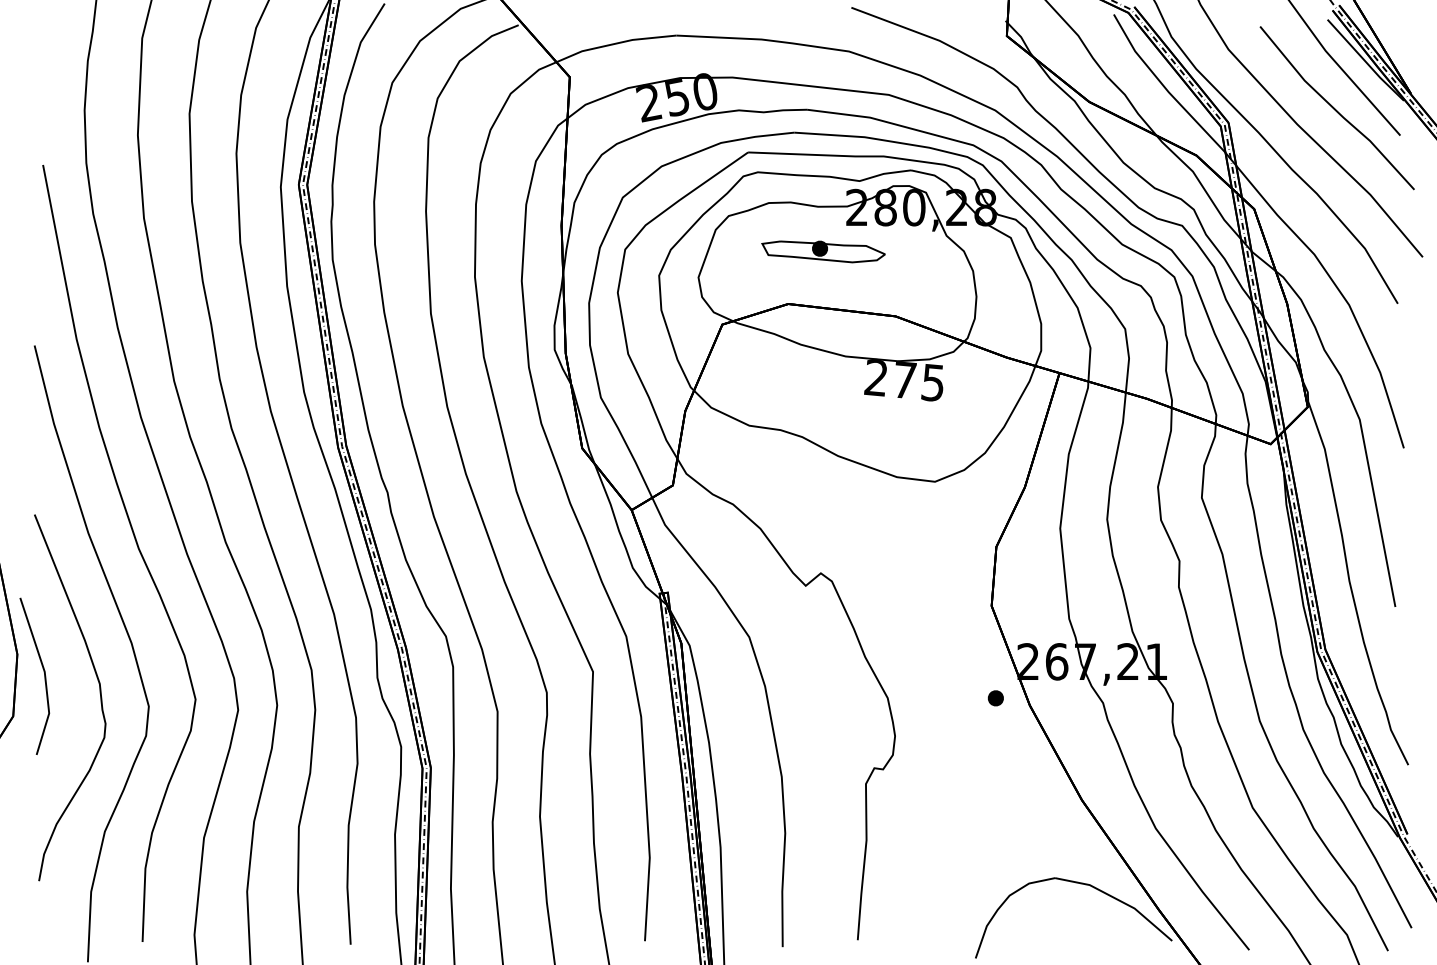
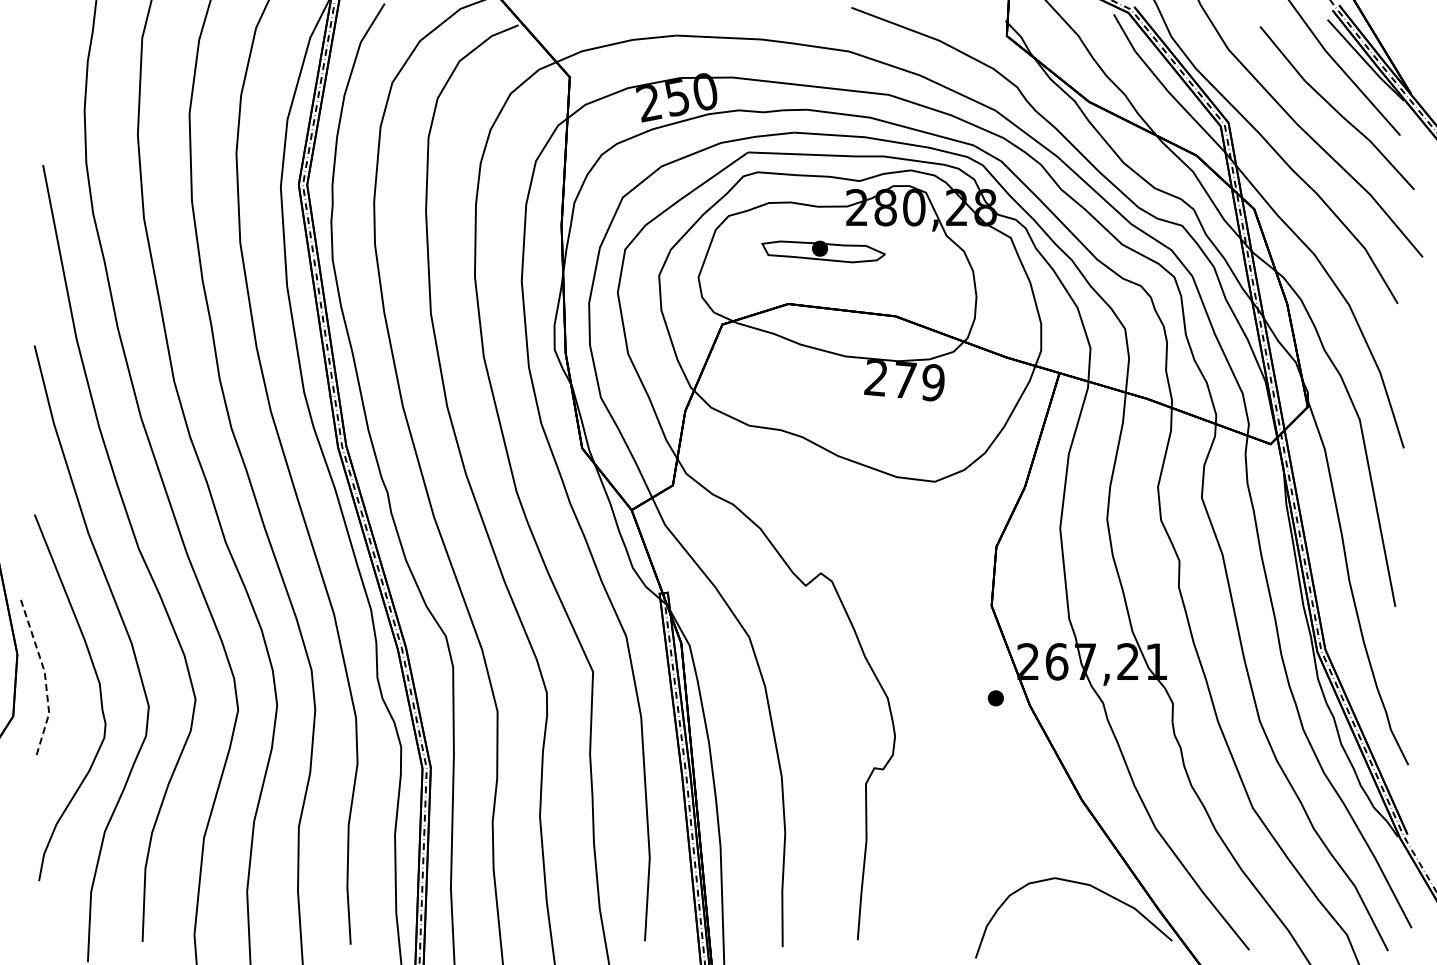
text at (932, 382): 275 -> 279
line at (45, 675): solid -> dashed
